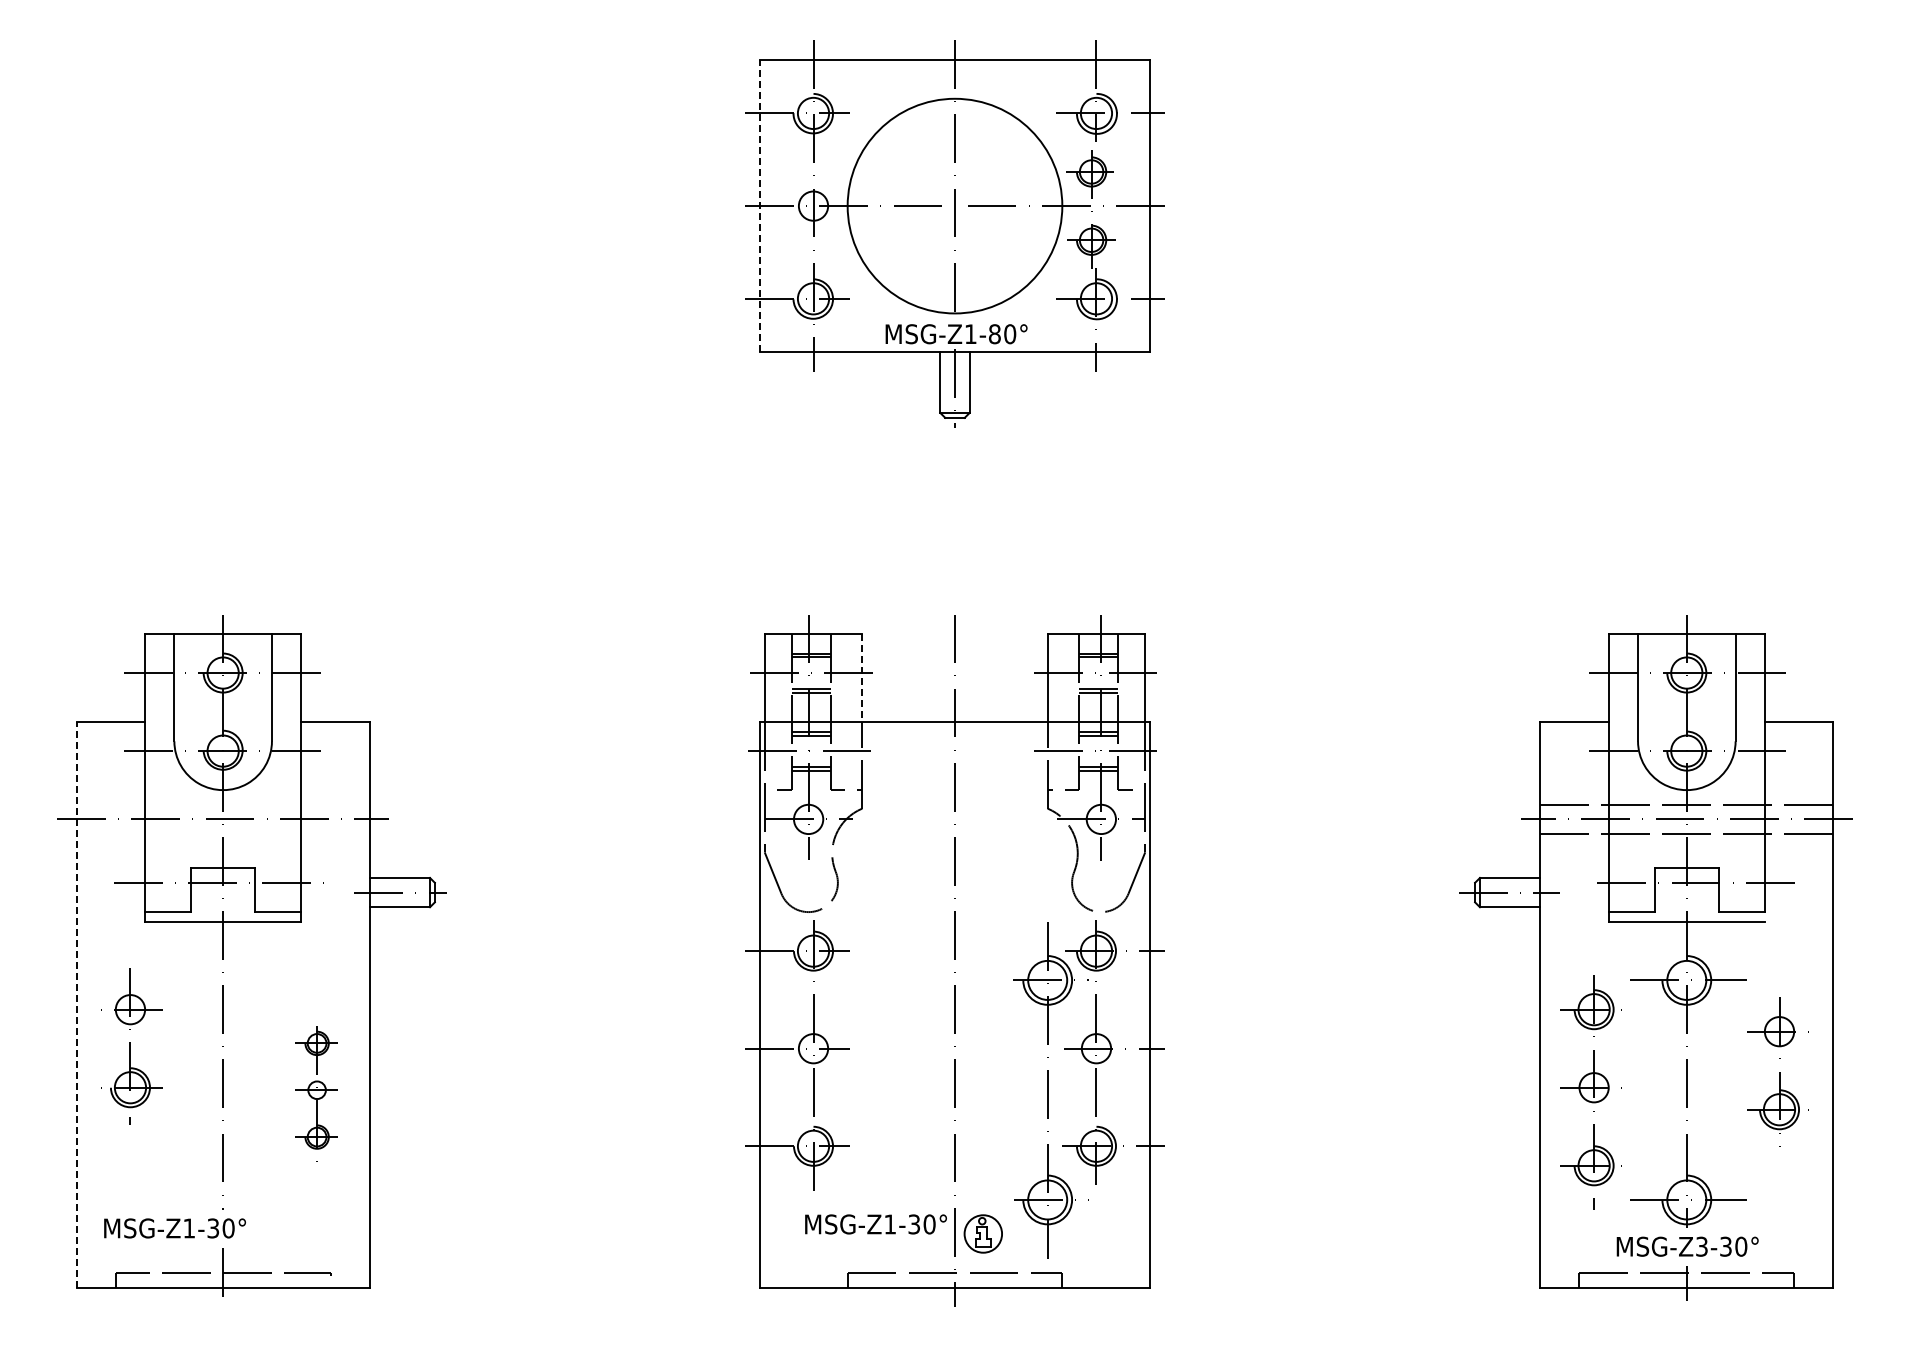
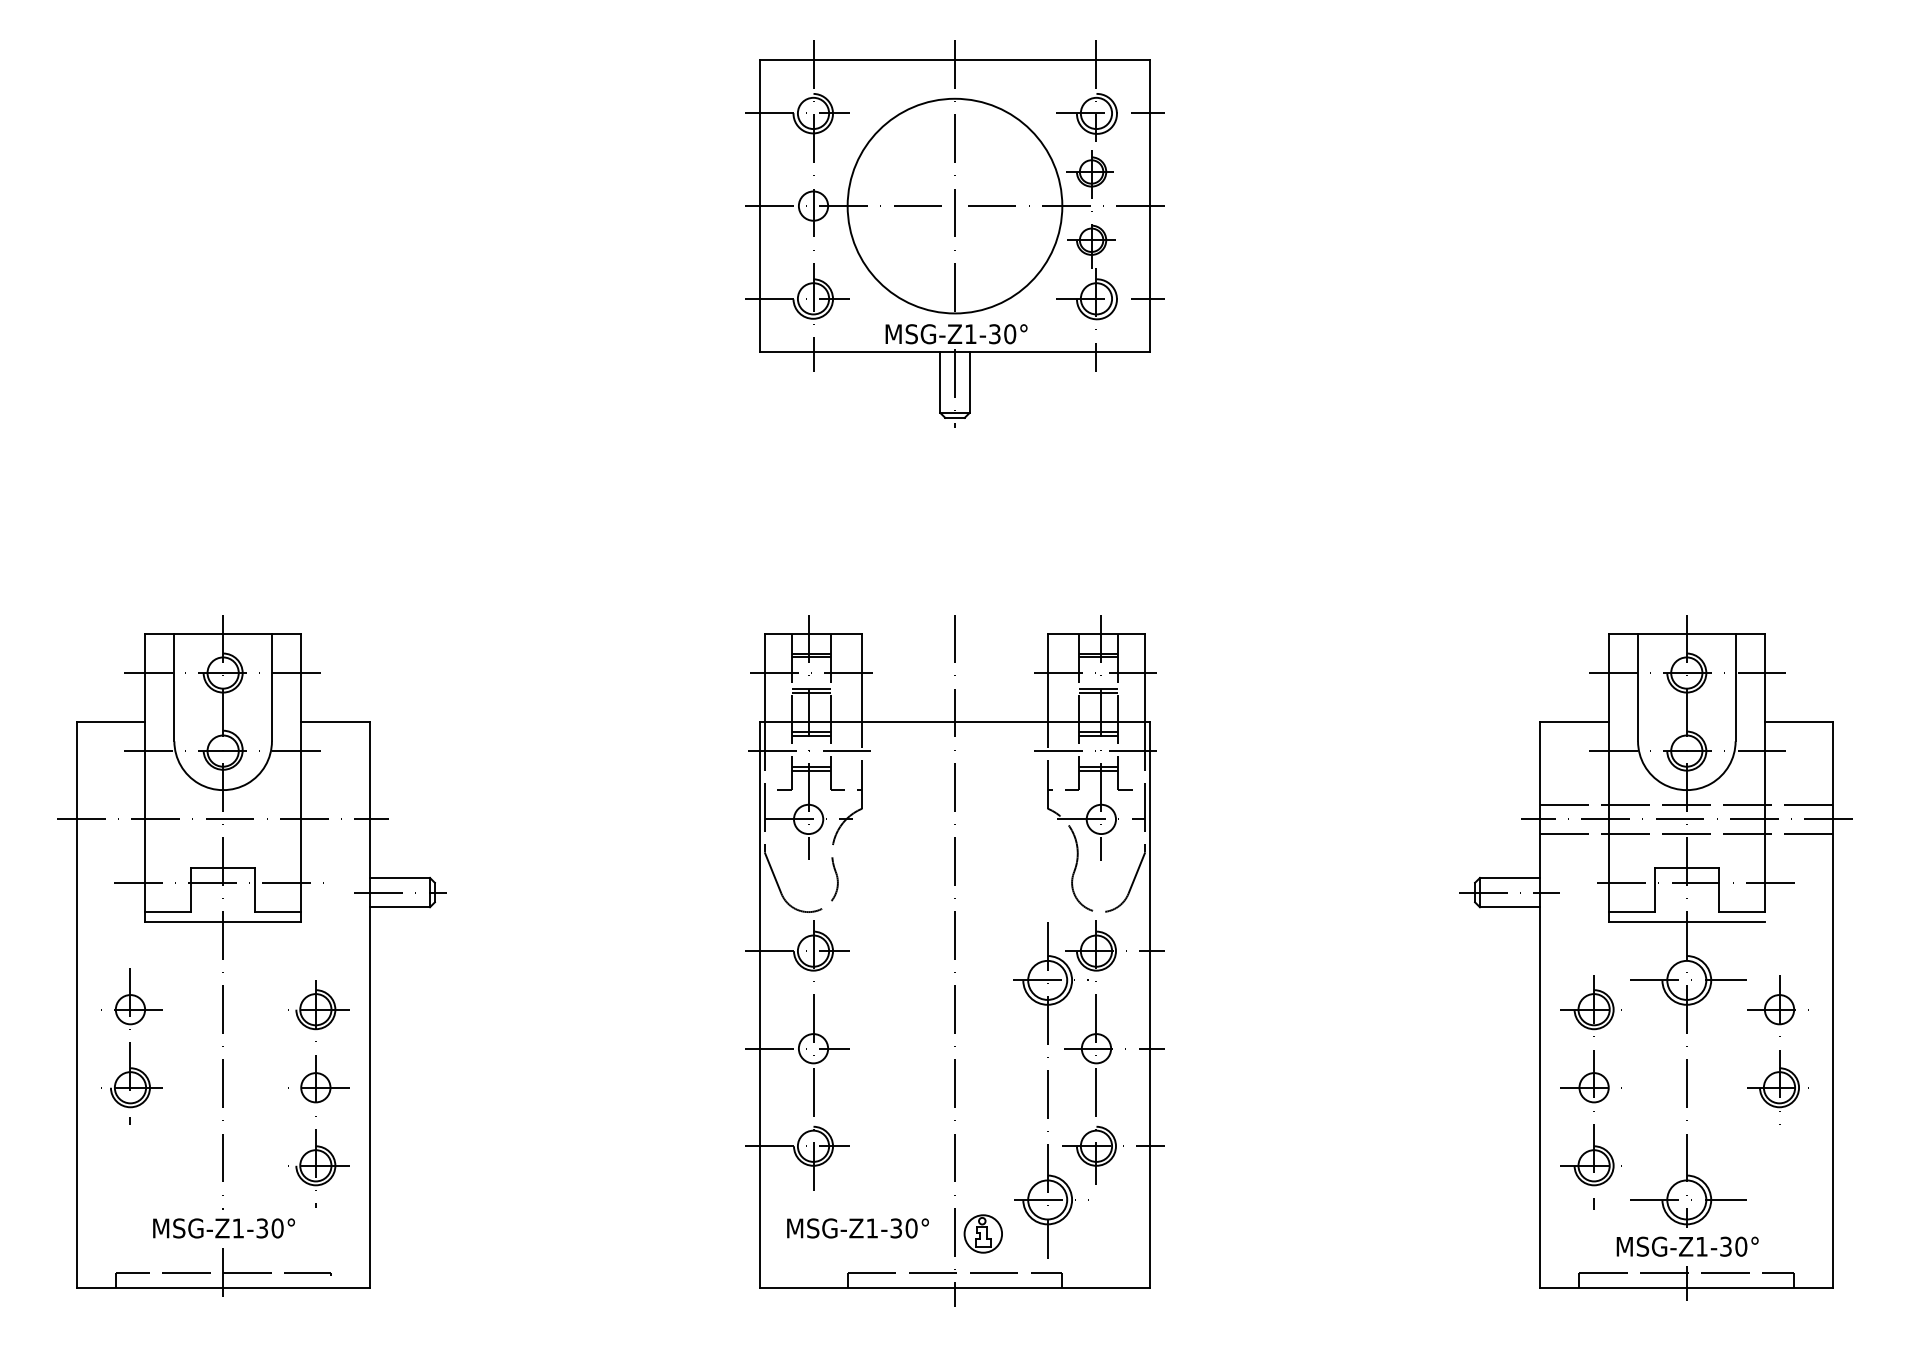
line at (759, 205): dashed -> solid
text at (994, 334): MSG-Z1-80° -> MSG-Z1-30°
line at (862, 677): dashed -> solid
line at (76, 1004): dashed -> solid
part at (1777, 1071) position: (1777, 1071) -> (1777, 1049)
part at (316, 1093) size: 43x136 px -> 62x228 px
text at (875, 1224) position: (875, 1224) -> (857, 1228)
text at (174, 1228) position: (174, 1228) -> (223, 1228)
text at (1701, 1246): MSG-Z3-30° -> MSG-Z1-30°
